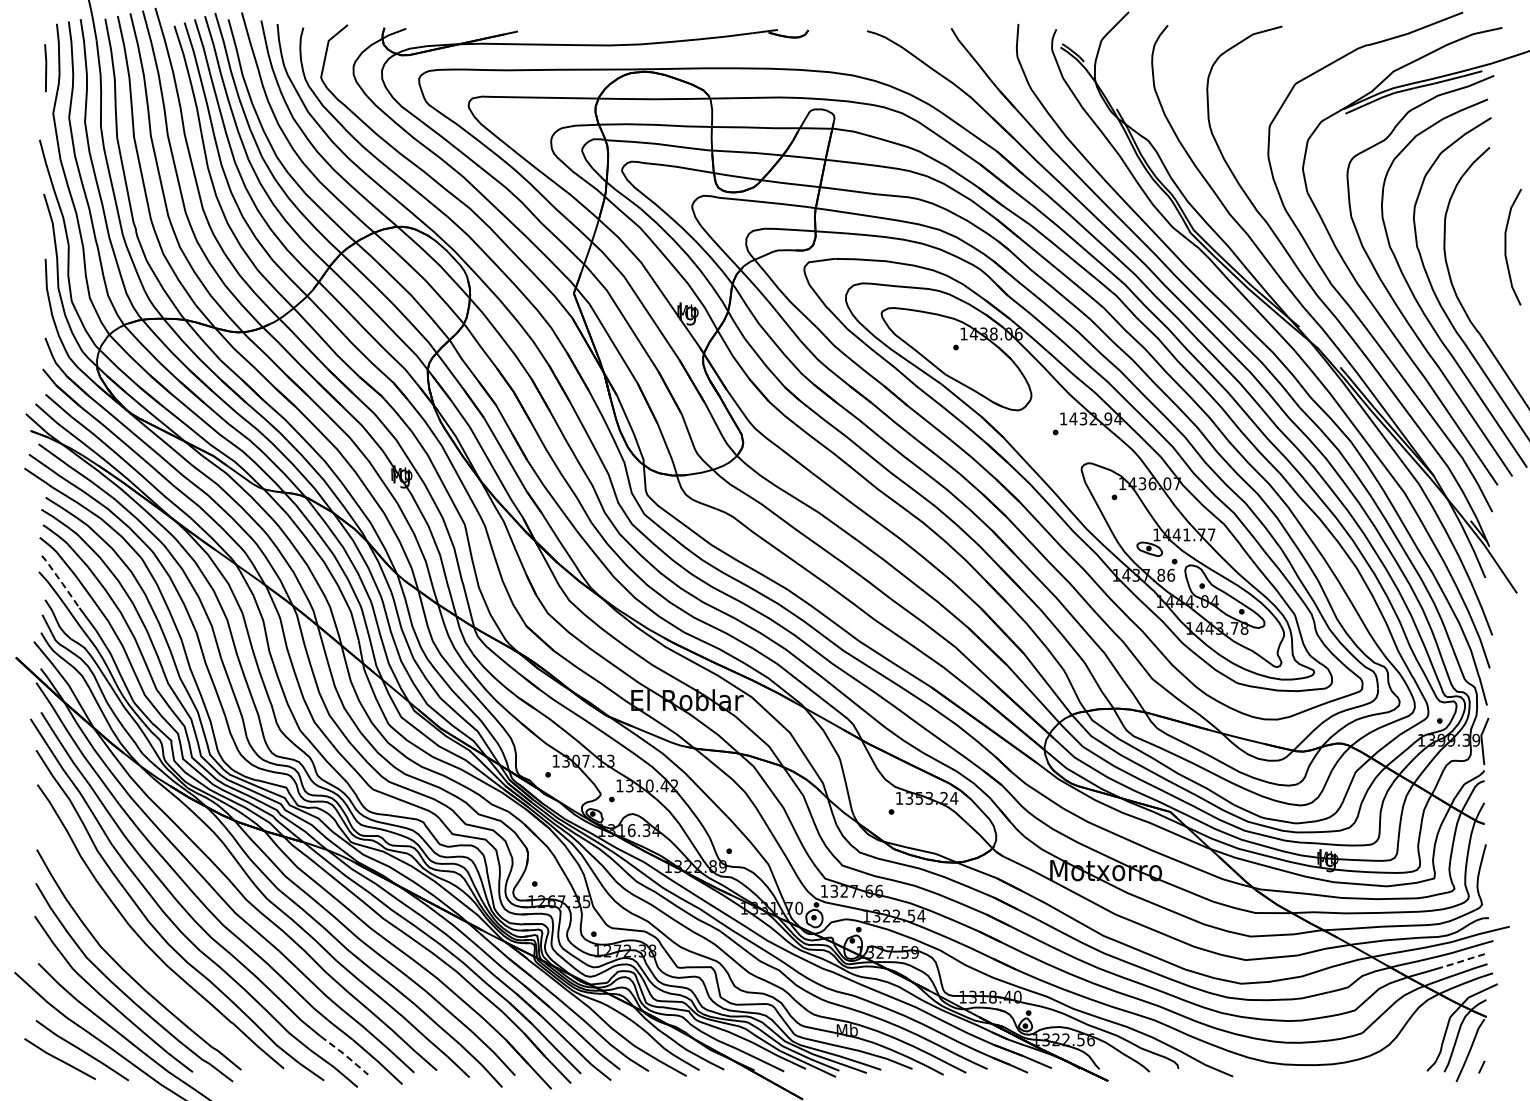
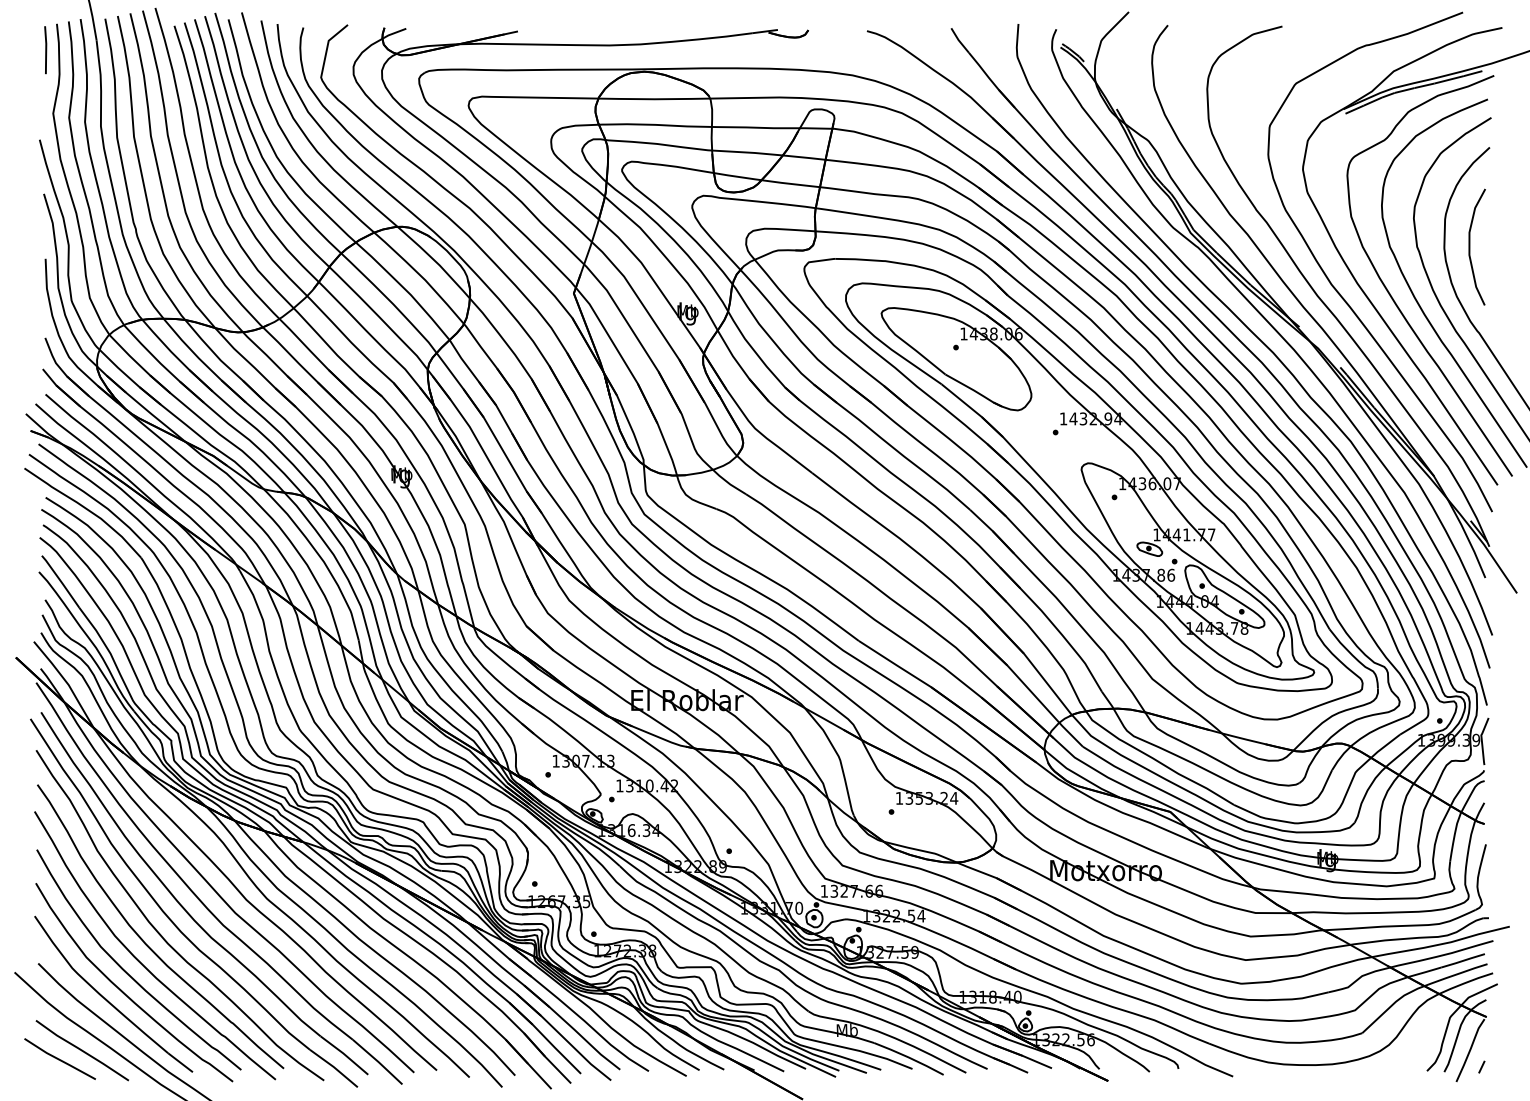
line at (45, 68) position: (45, 68) -> (45, 50)
curve at (1506, 246) position: (1506, 246) -> (1470, 246)
line at (61, 581): dashed -> solid
curve at (139, 960): none -> present
line at (1462, 961): dashed -> solid
line at (344, 1054): dashed -> solid
